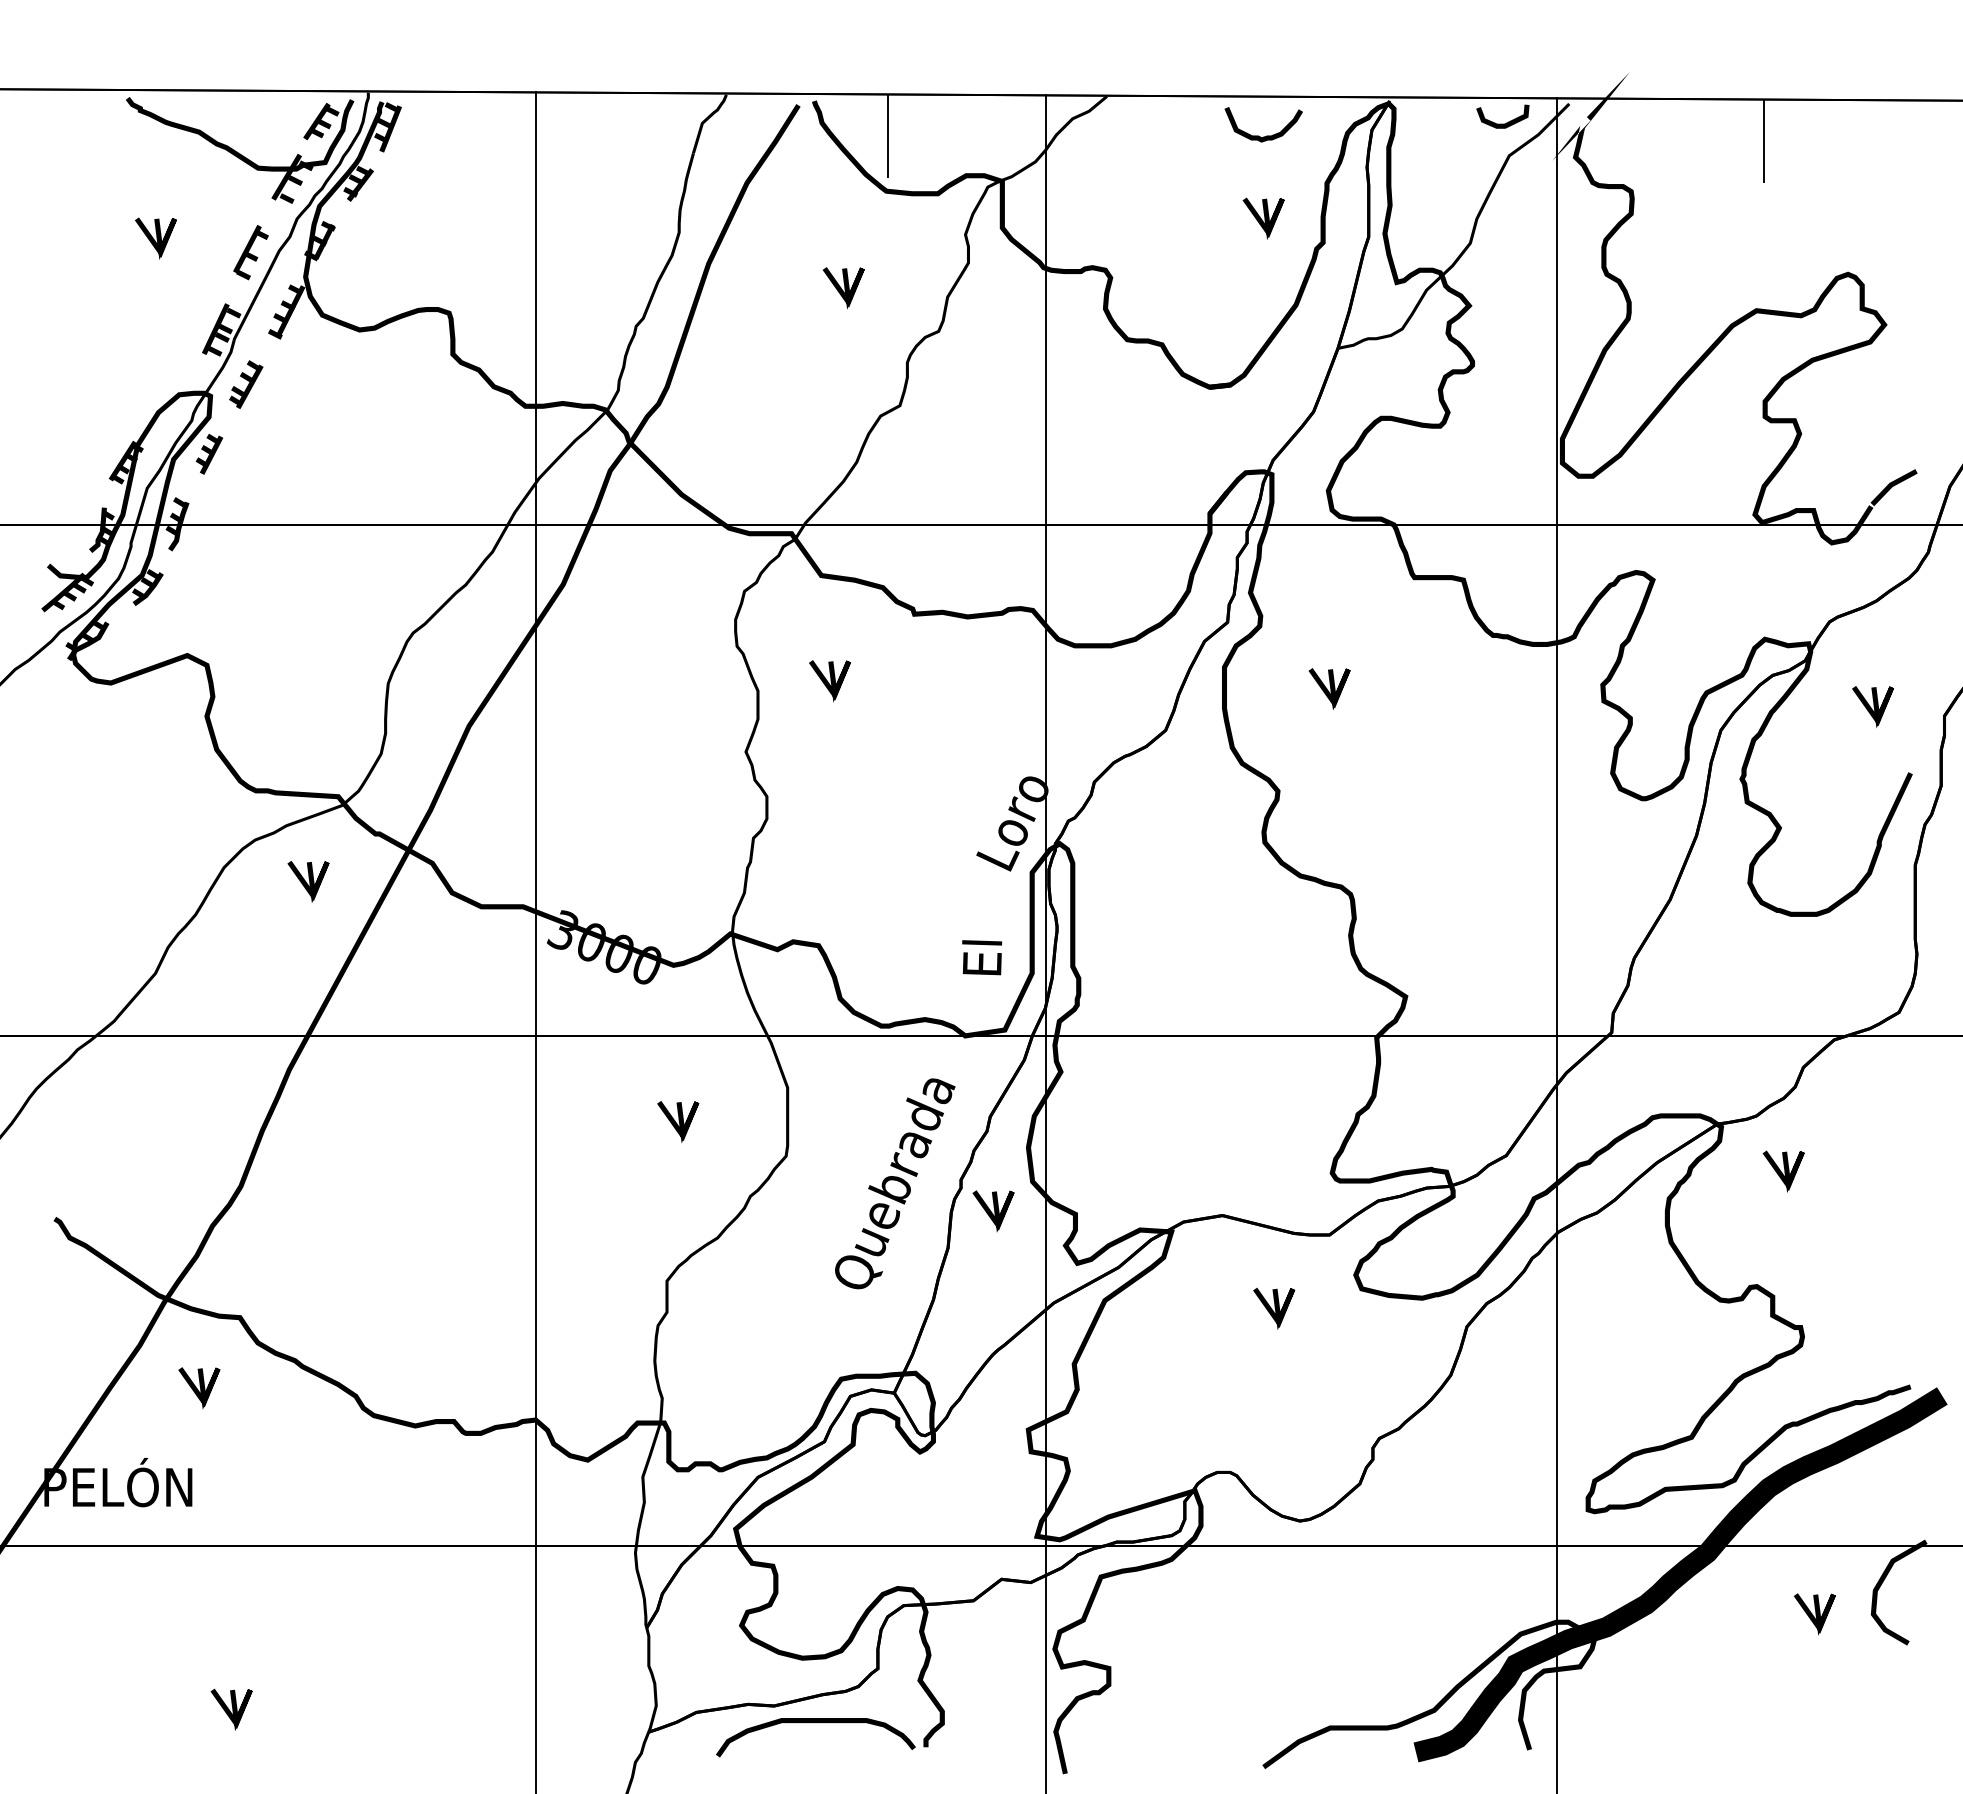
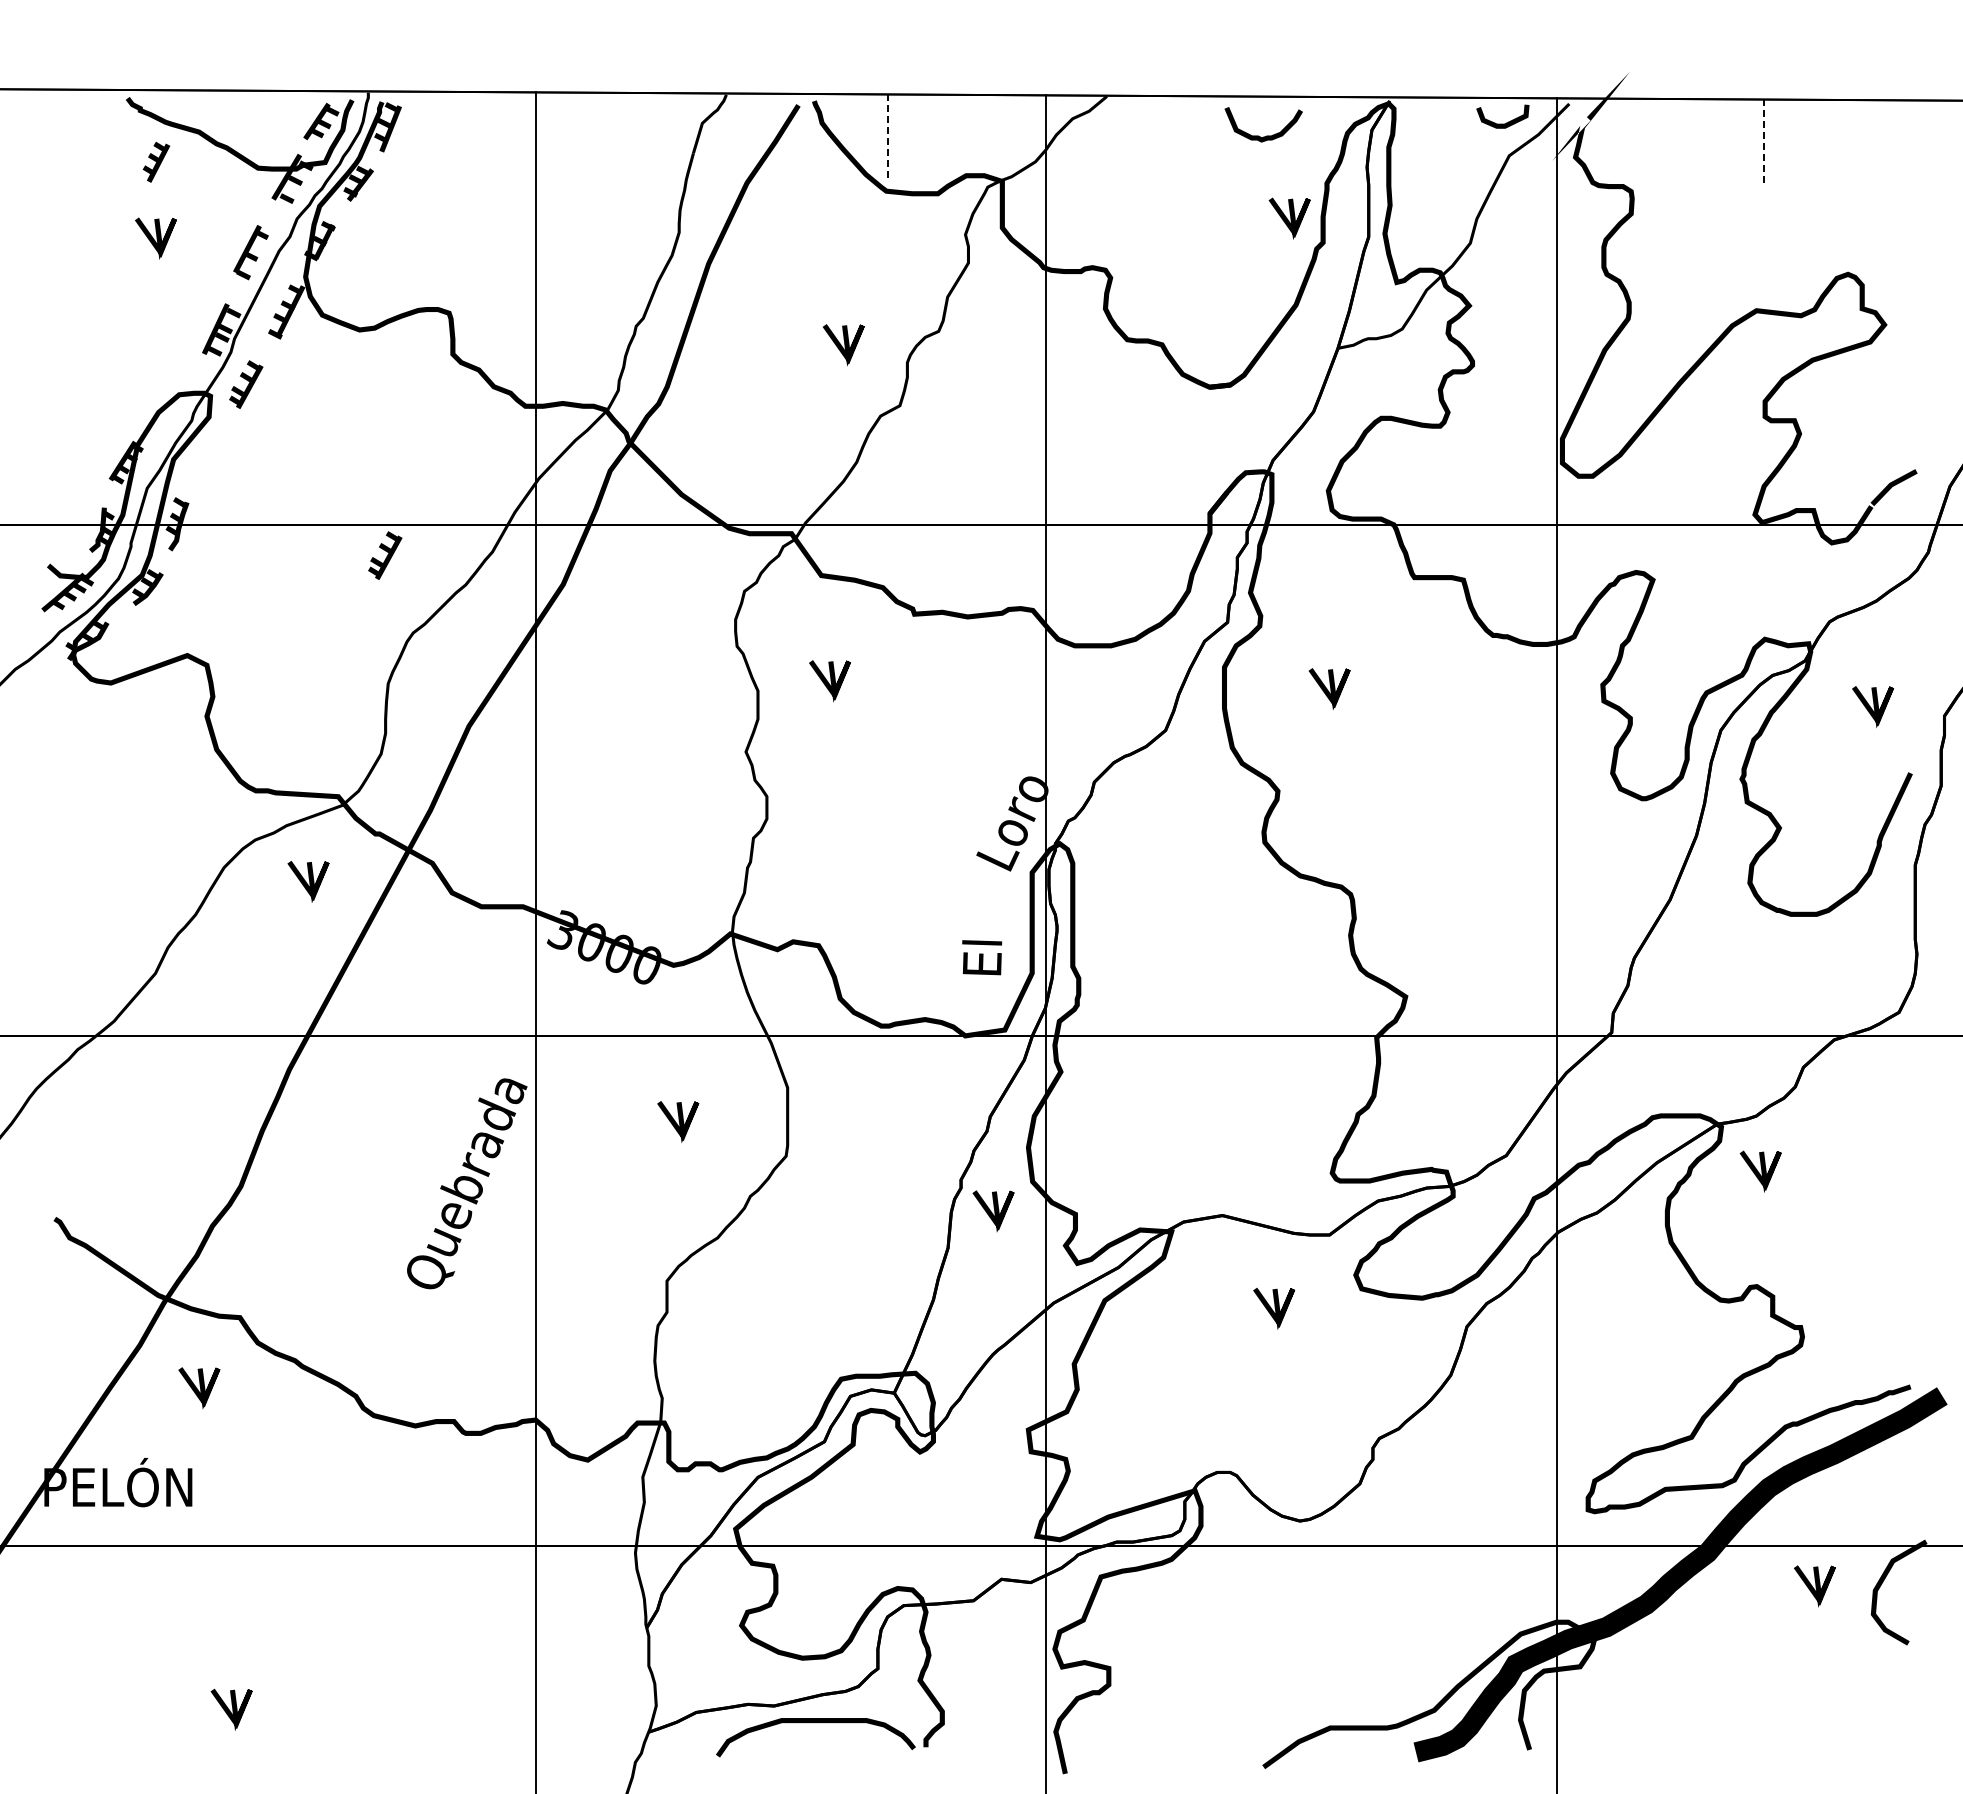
line at (888, 136): solid -> dashed
line at (1763, 141): solid -> dashed
line at (1264, 218) position: (1264, 218) -> (1290, 218)
line at (844, 288) position: (844, 288) -> (844, 345)
part at (209, 454) position: (209, 454) -> (156, 162)
part at (385, 555): none -> present
line at (1784, 1171) position: (1784, 1171) -> (1761, 1171)
text at (895, 1183) position: (895, 1183) -> (467, 1183)
line at (1815, 1614) position: (1815, 1614) -> (1815, 1586)
